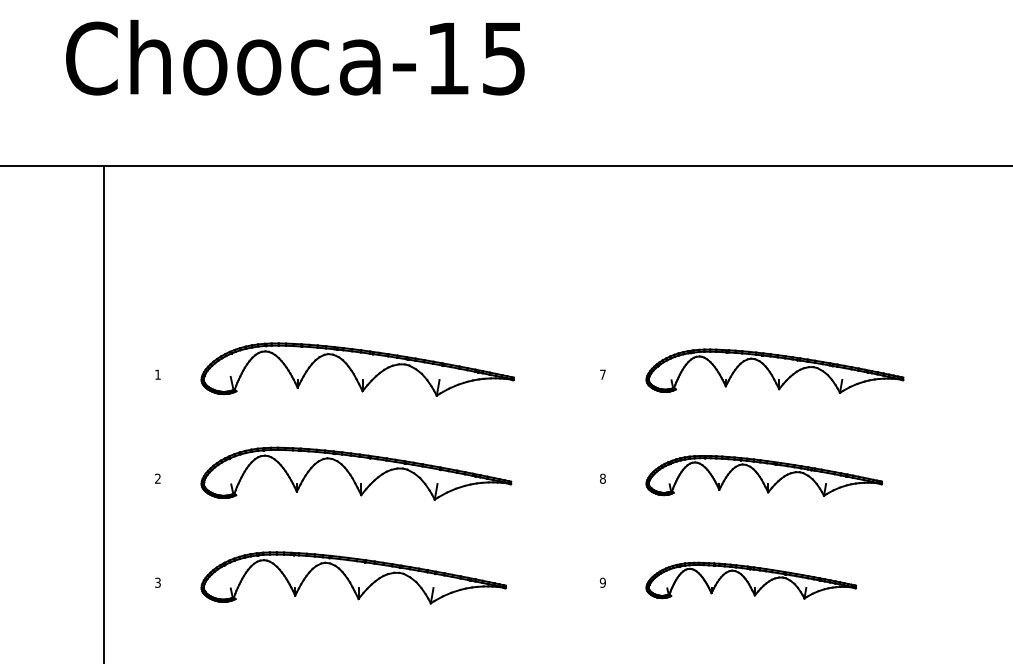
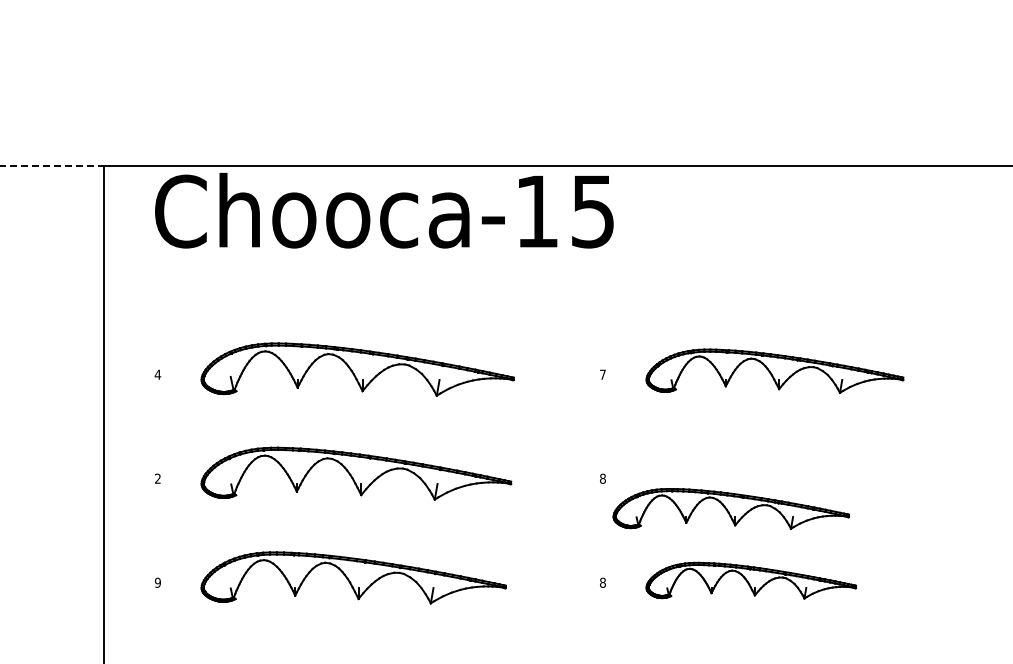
text at (295, 57) position: (295, 57) -> (384, 210)
line at (52, 165): solid -> dashed
text at (157, 374): 1 -> 4
part at (764, 475) position: (764, 475) -> (731, 508)
text at (157, 582): 3 -> 9
text at (602, 582): 9 -> 8
